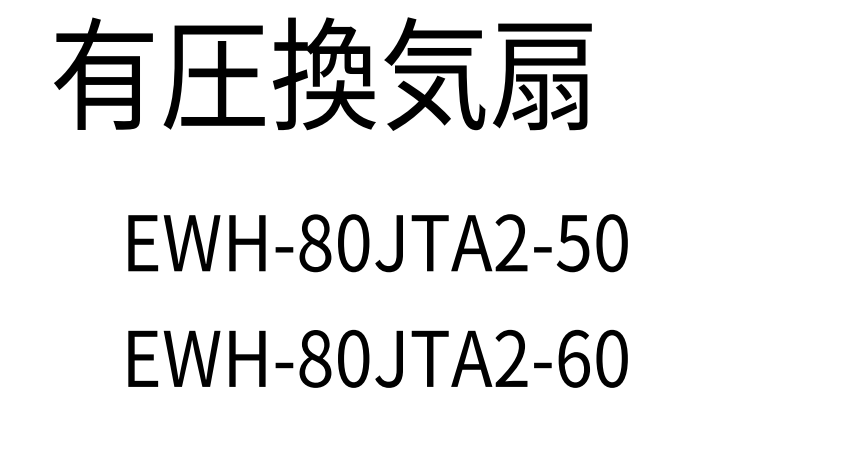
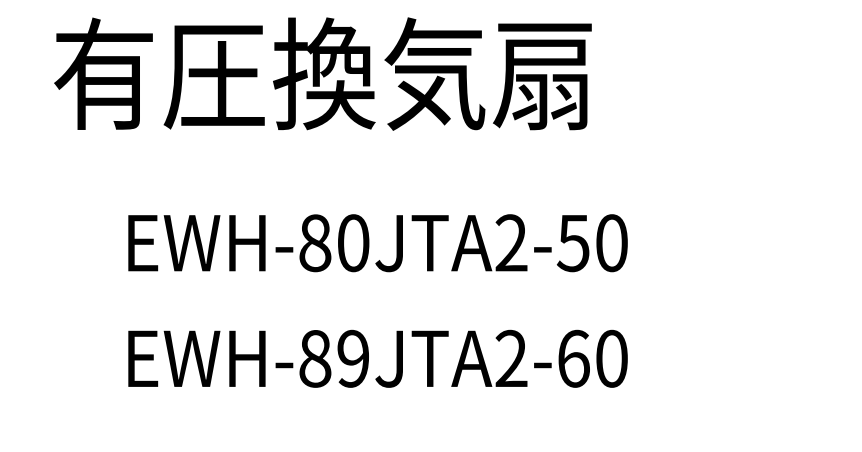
text at (353, 358): EWH-80JTA2-60 -> EWH-89JTA2-60
